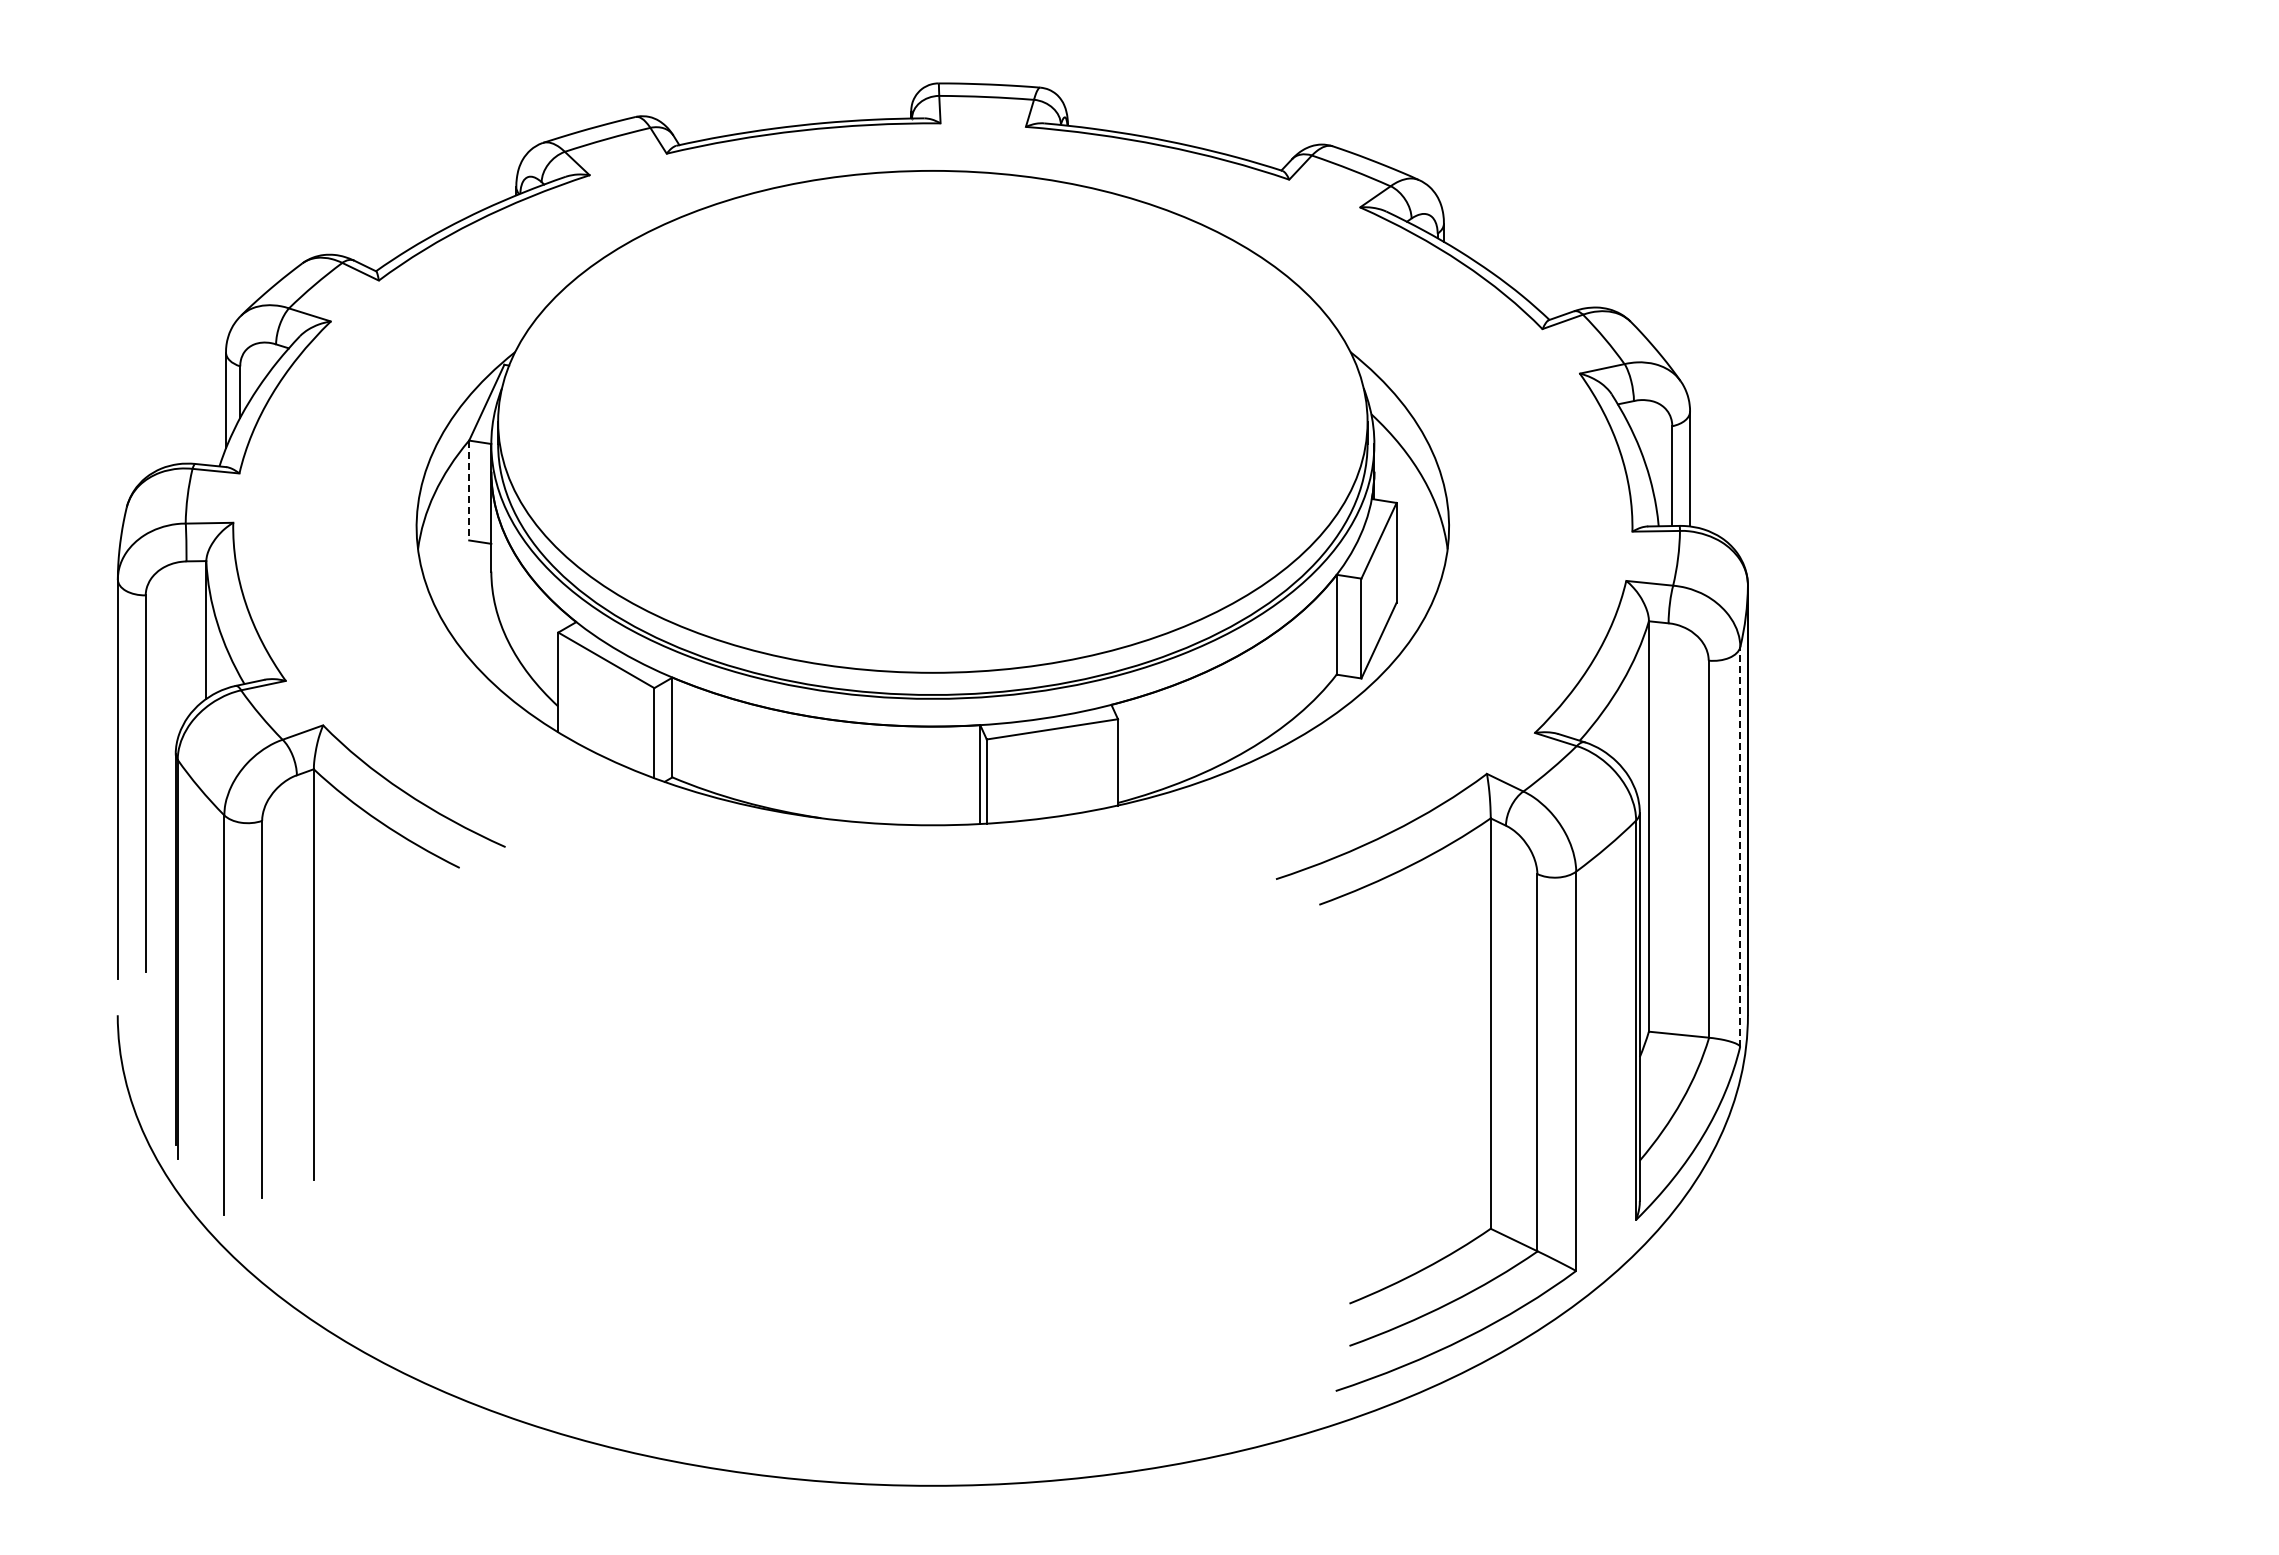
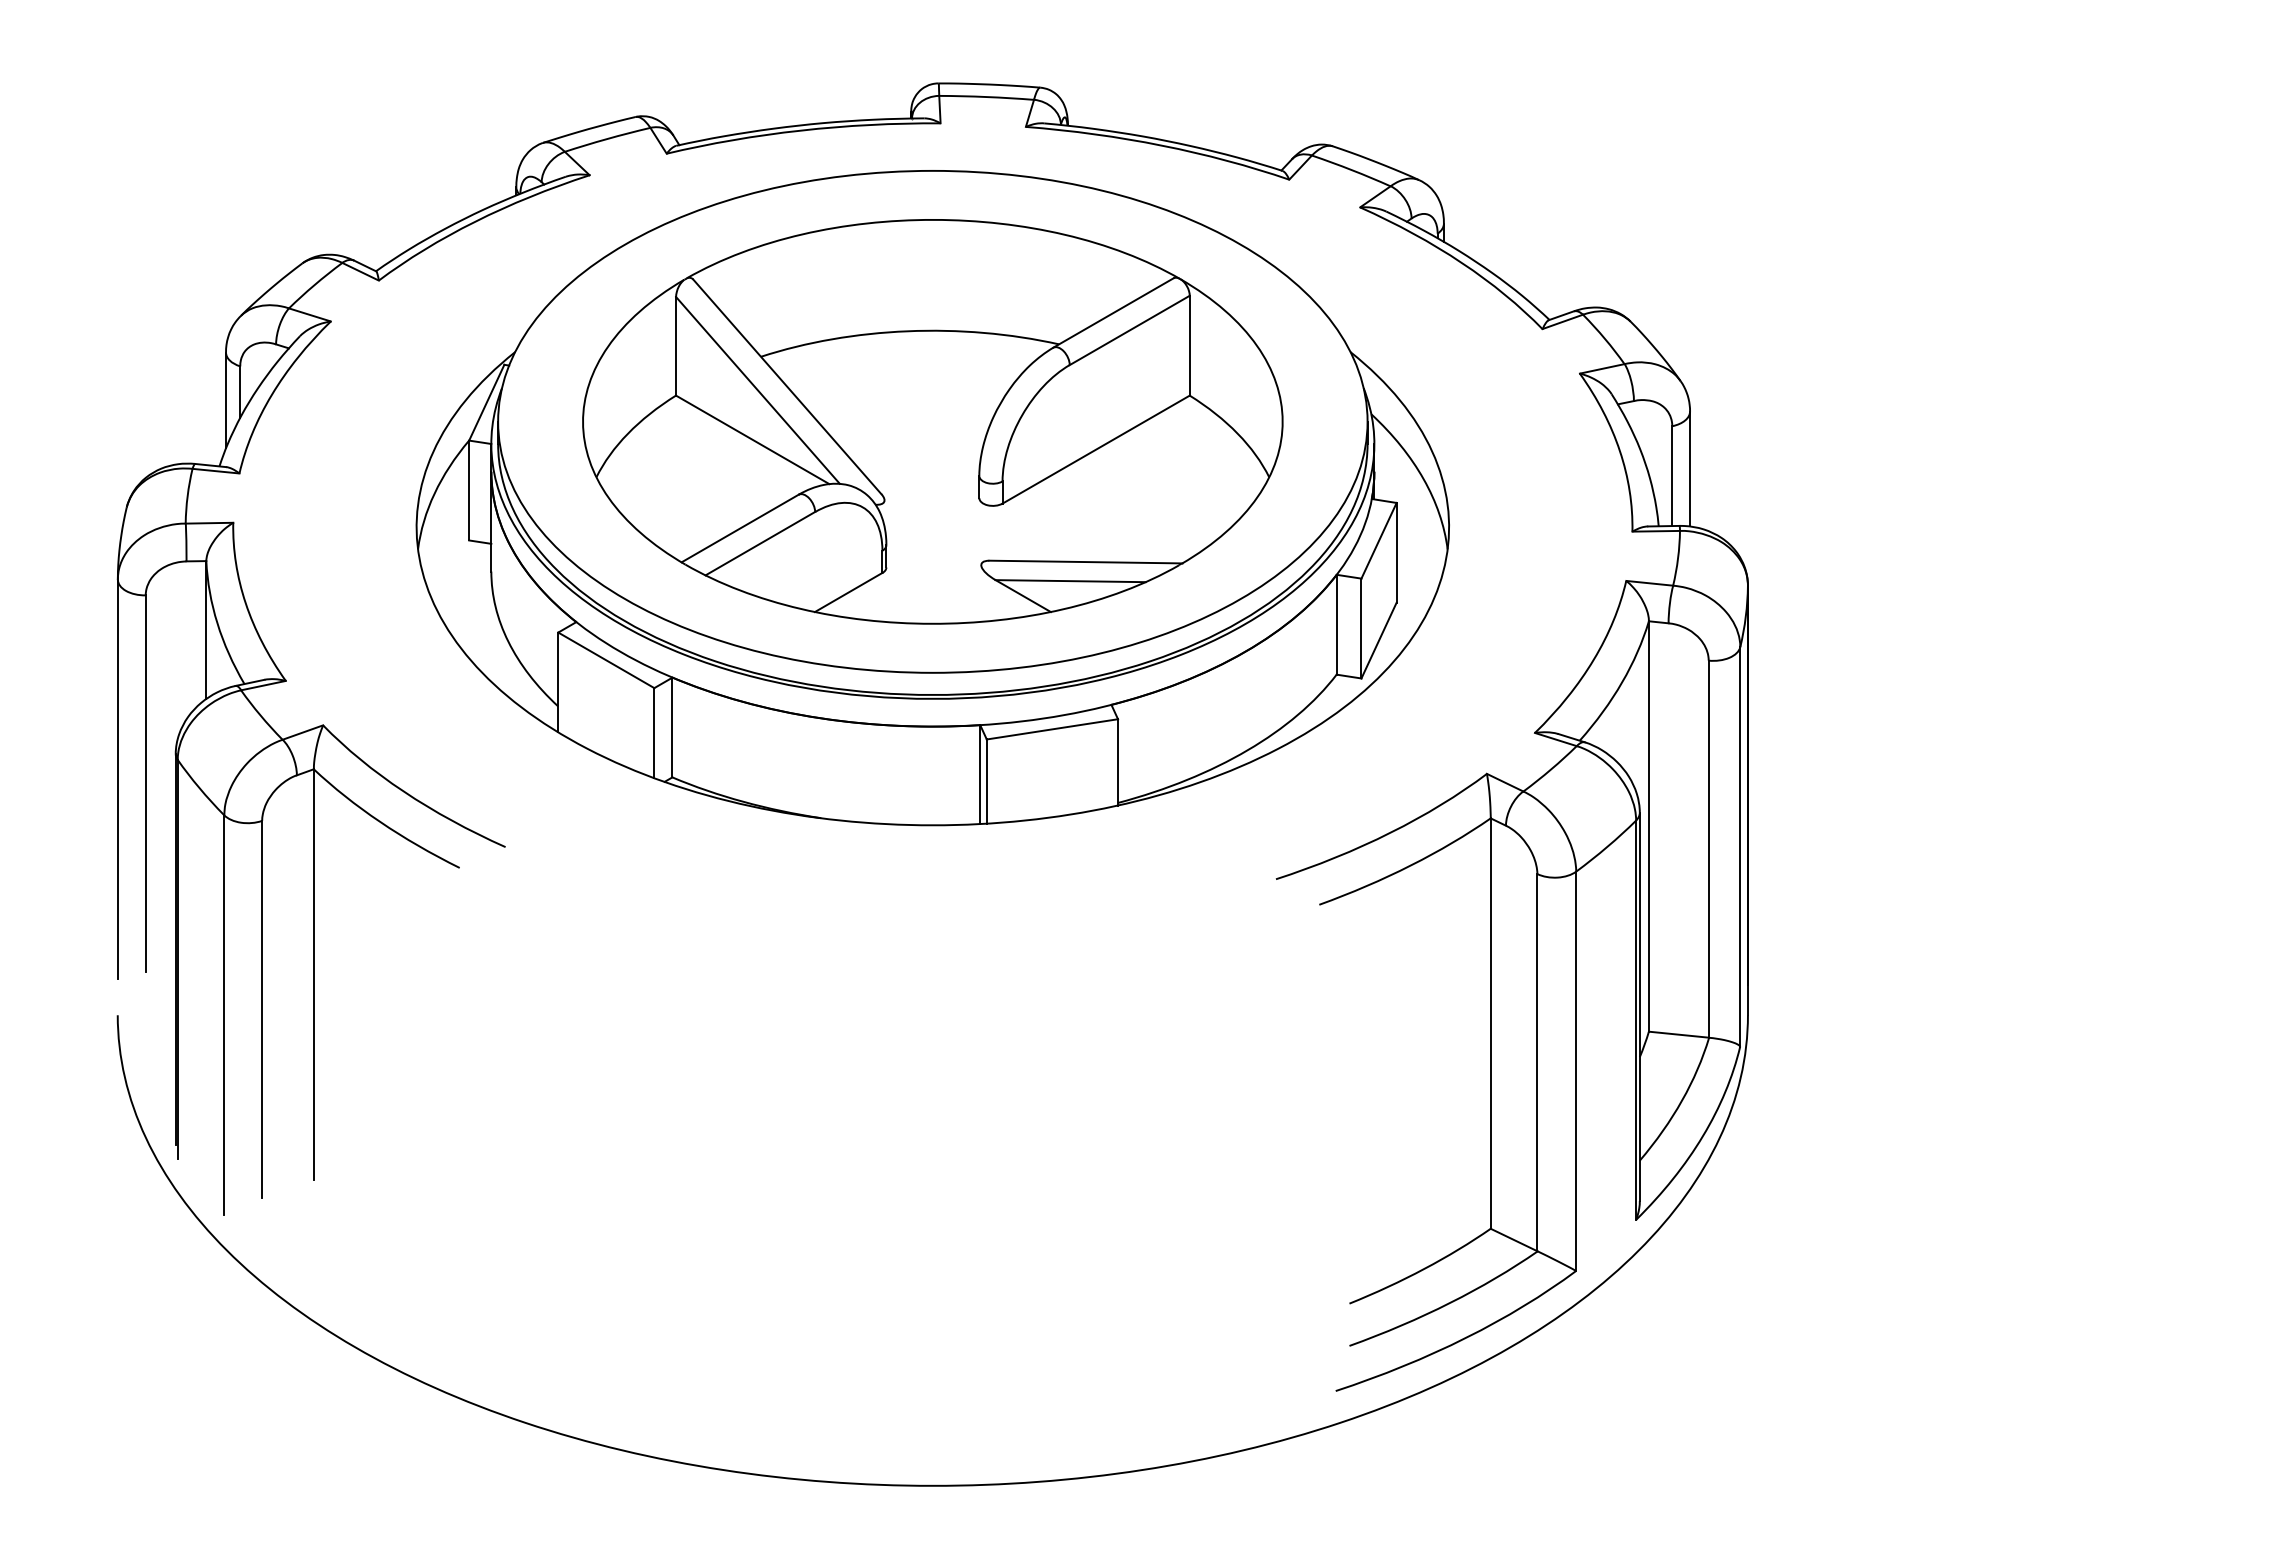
part at (932, 421): none -> present
line at (469, 490): dashed -> solid
line at (1740, 846): dashed -> solid
